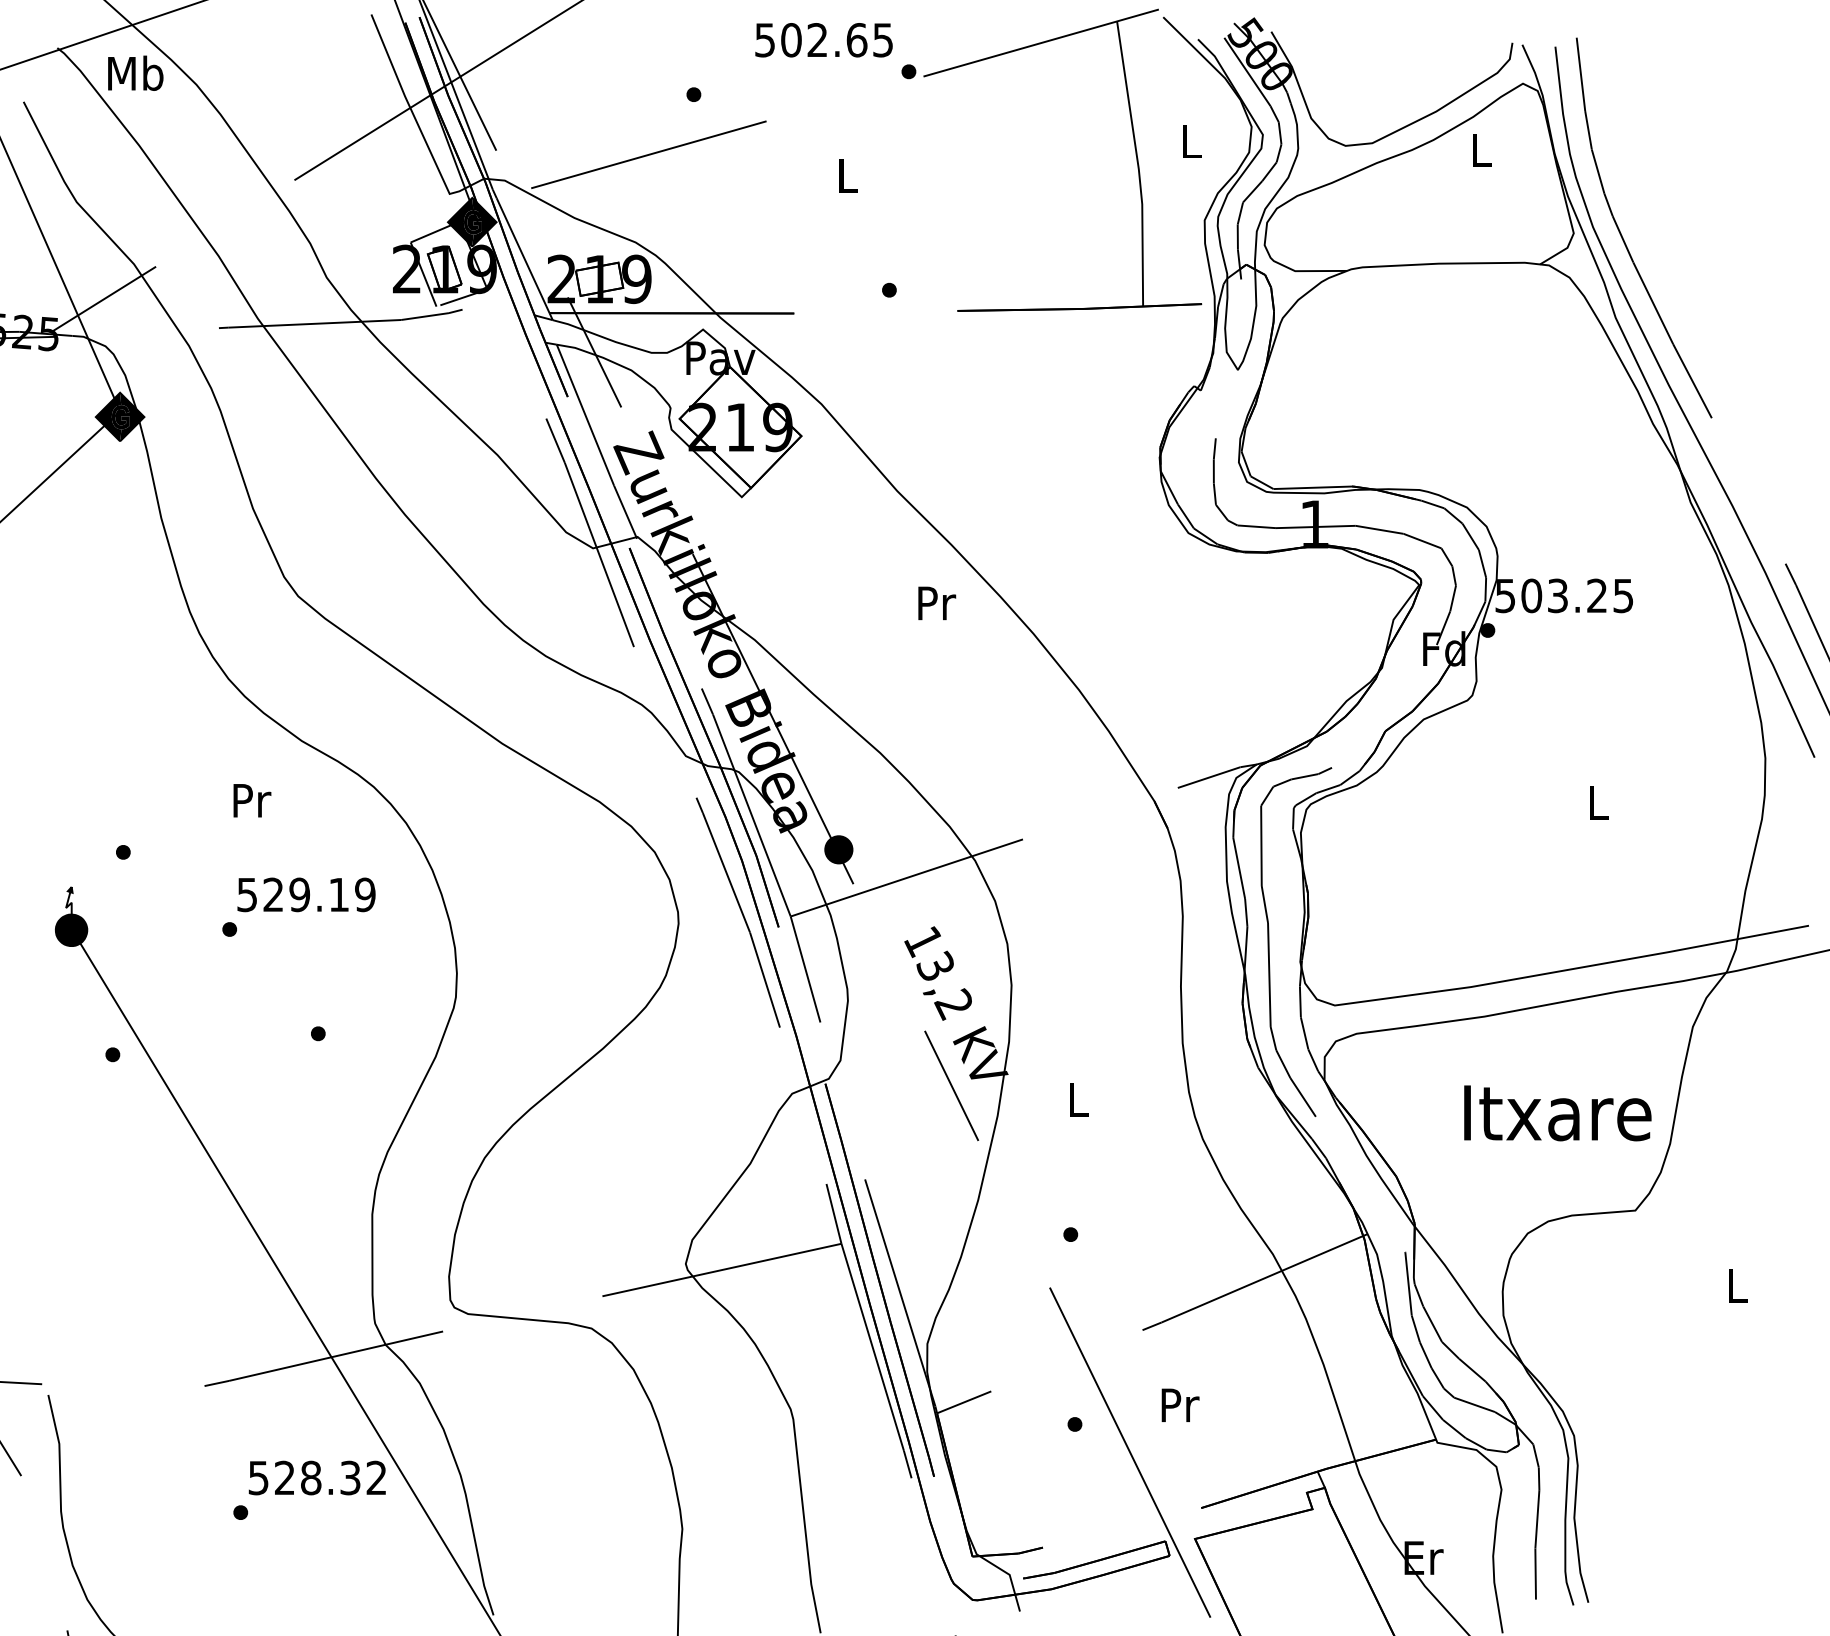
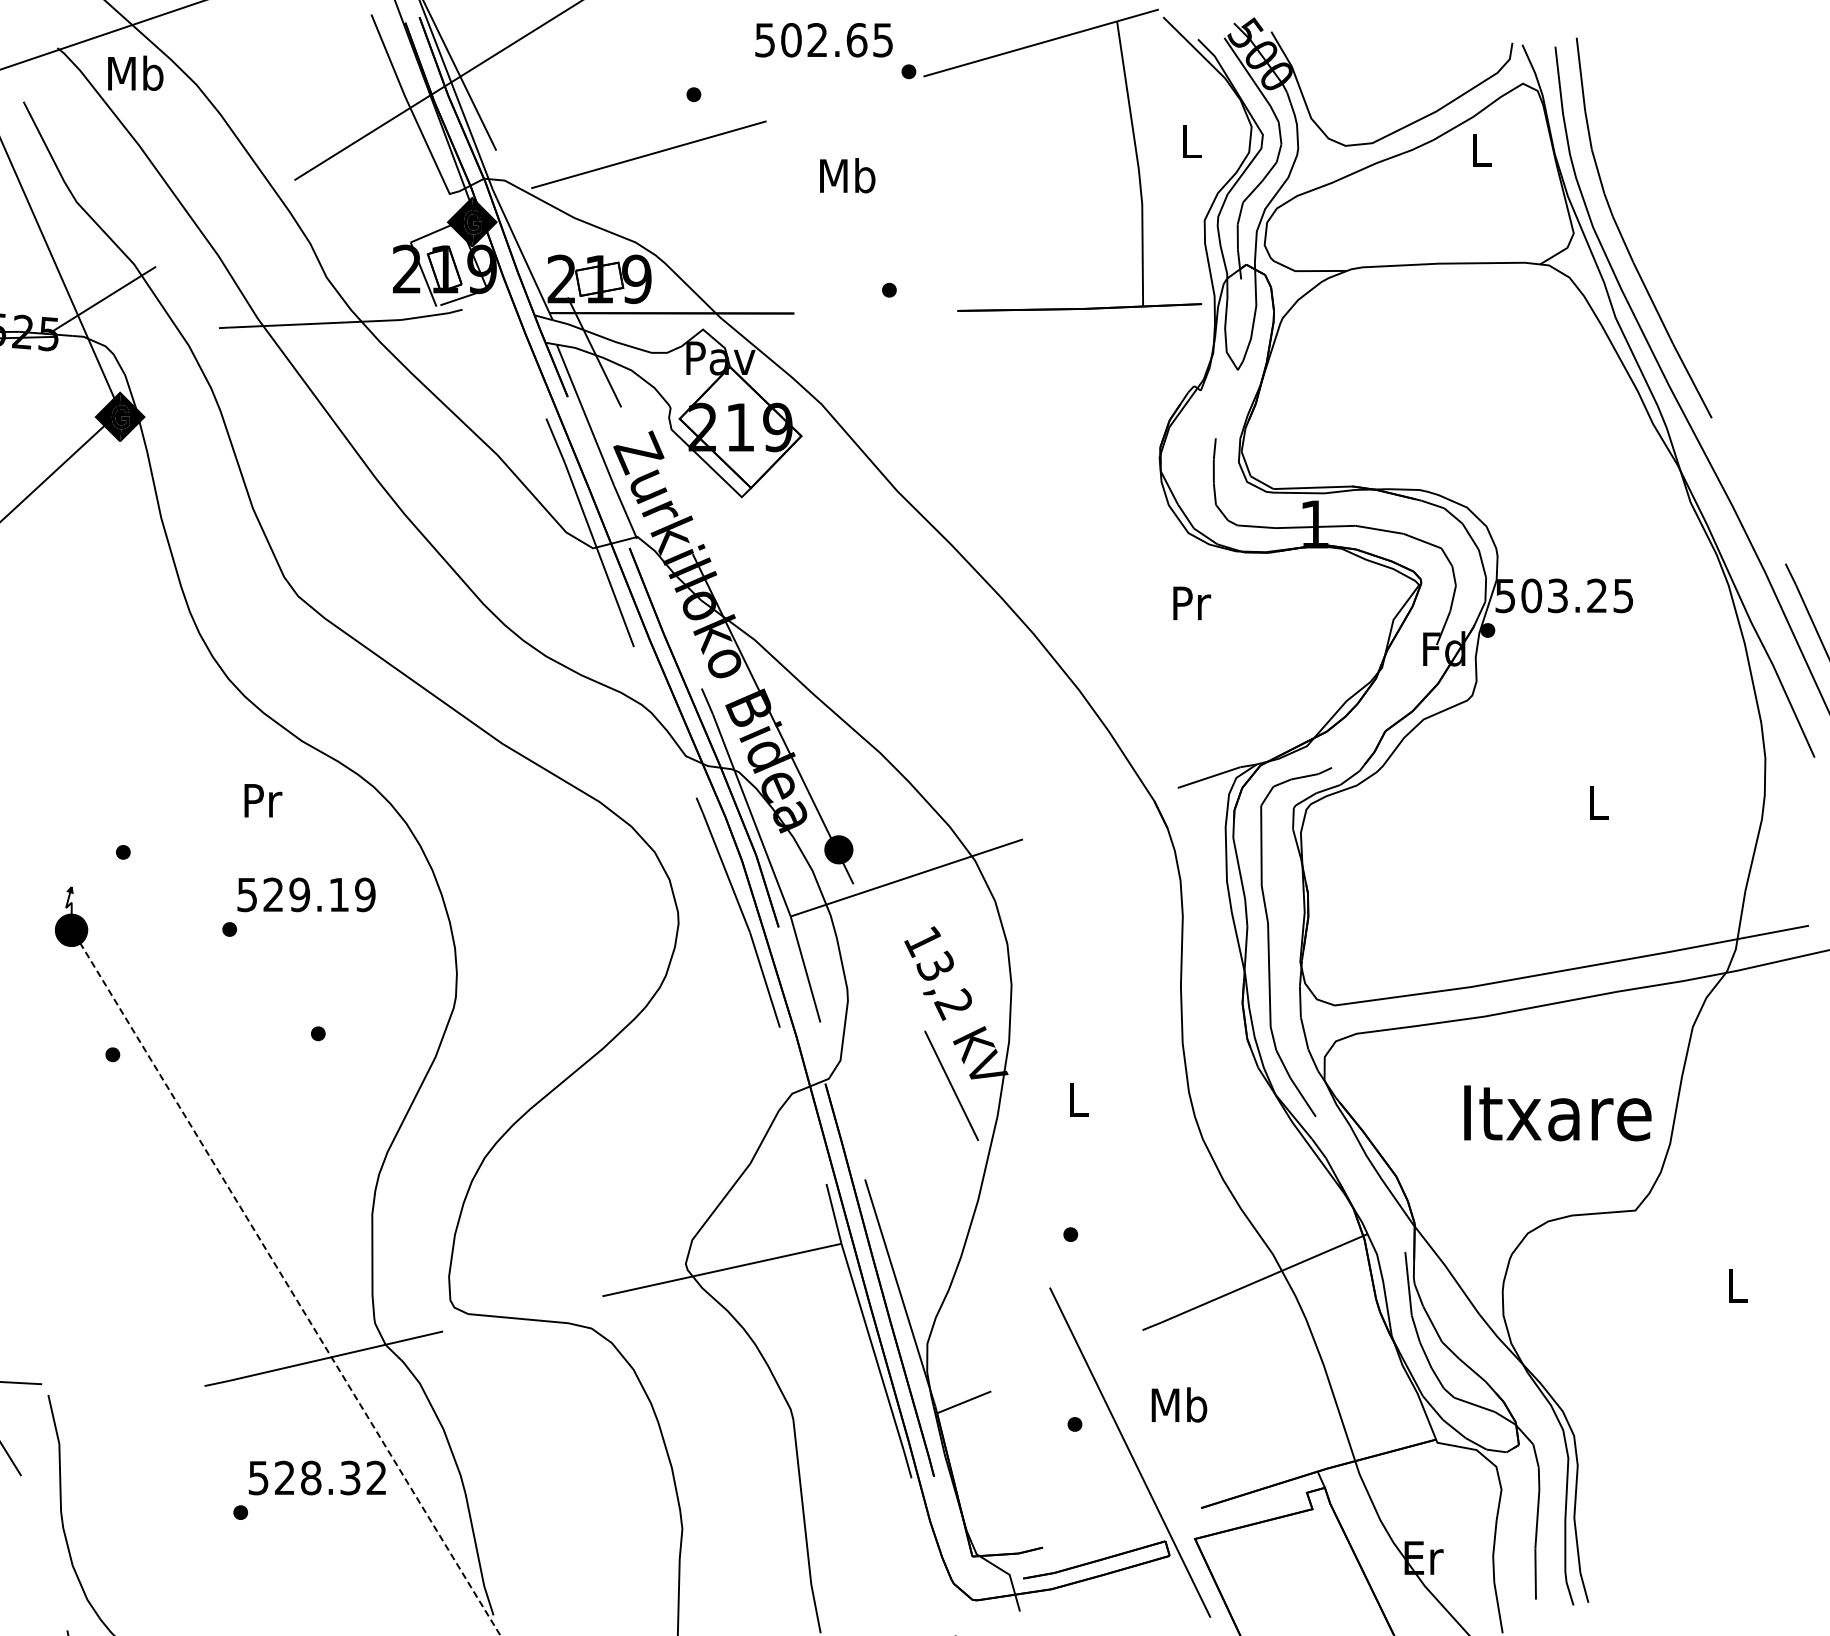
text at (847, 175): L -> Mb
text at (937, 603) position: (937, 603) -> (1192, 603)
text at (252, 800) position: (252, 800) -> (263, 800)
line at (287, 1284): solid -> dashed
text at (1179, 1404): Pr -> Mb
